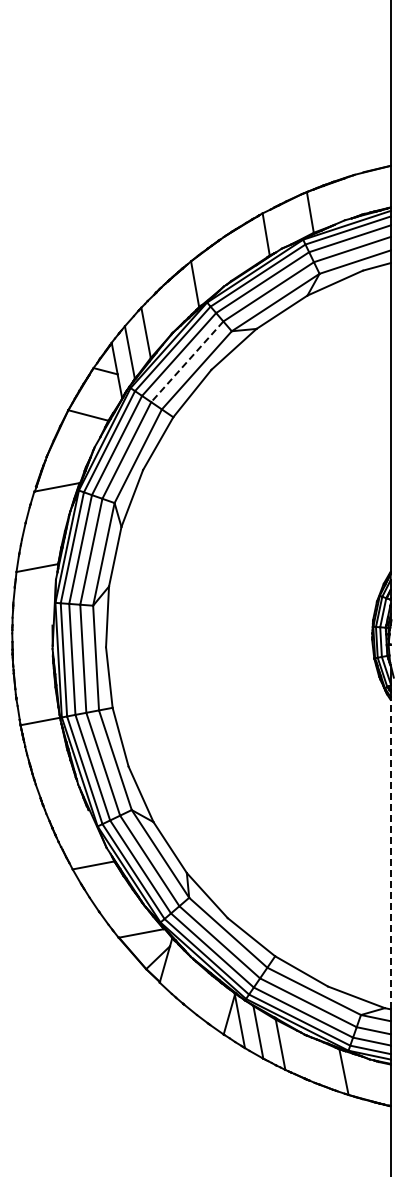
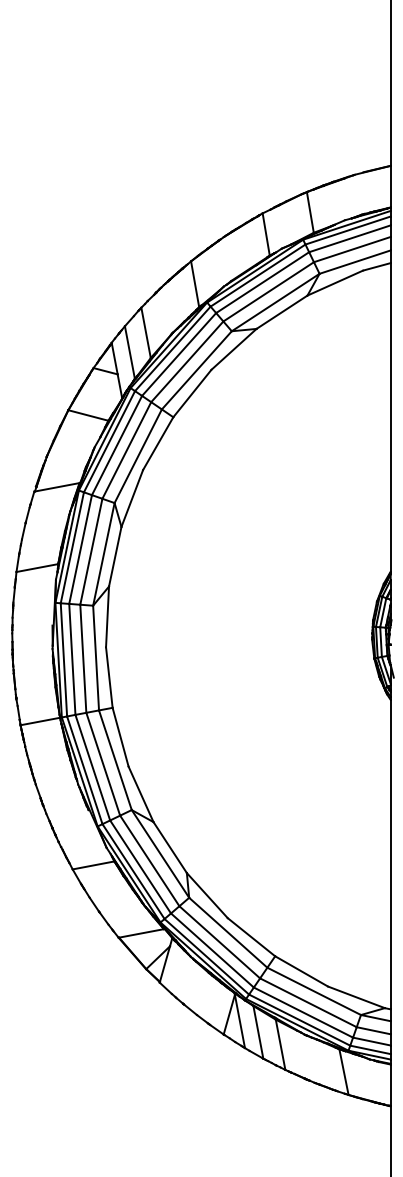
line at (186, 362): dashed -> solid
line at (390, 854): dashed -> solid
